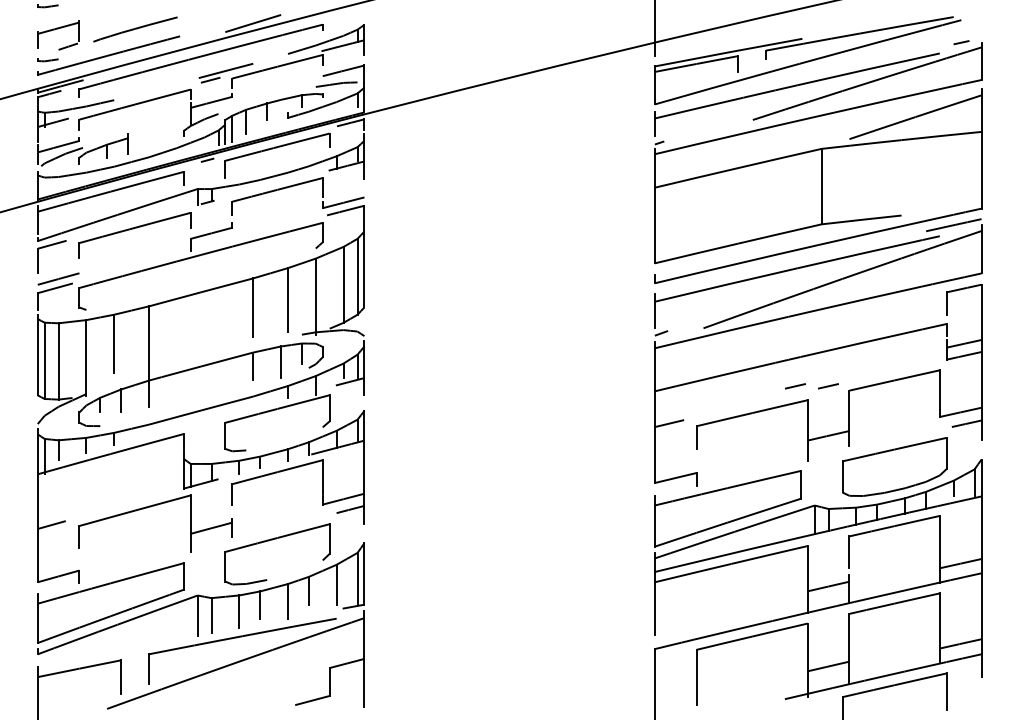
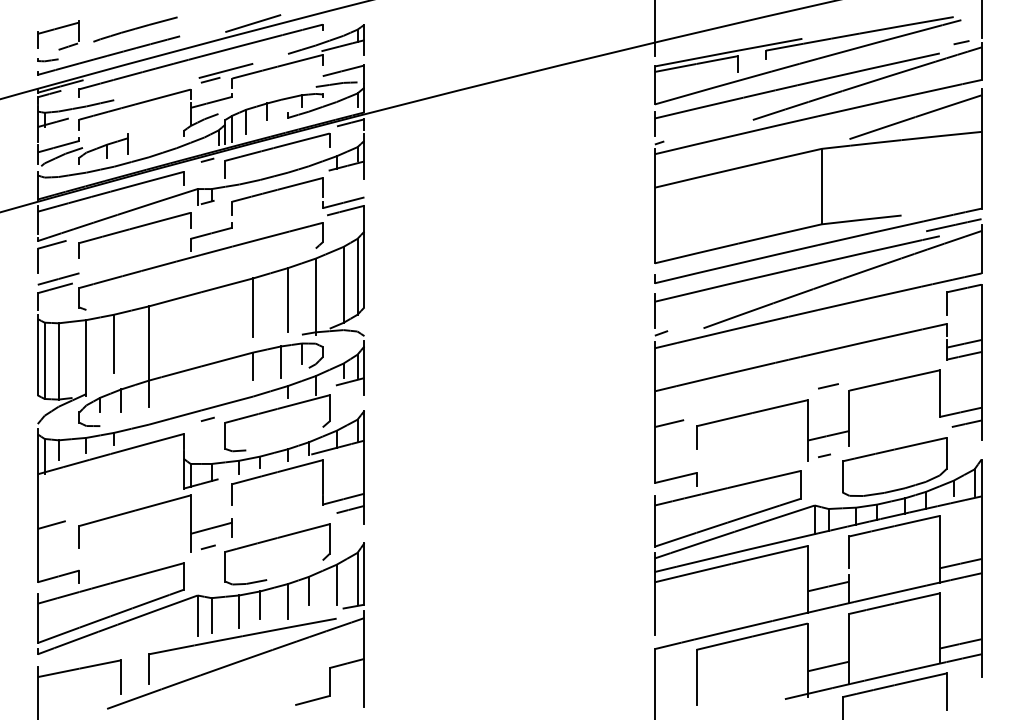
part at (47, 6): present -> none
line at (981, 20): none -> present
line at (795, 386): present -> none
line at (207, 418): none -> present
curve at (824, 455): none -> present
line at (207, 547): none -> present
